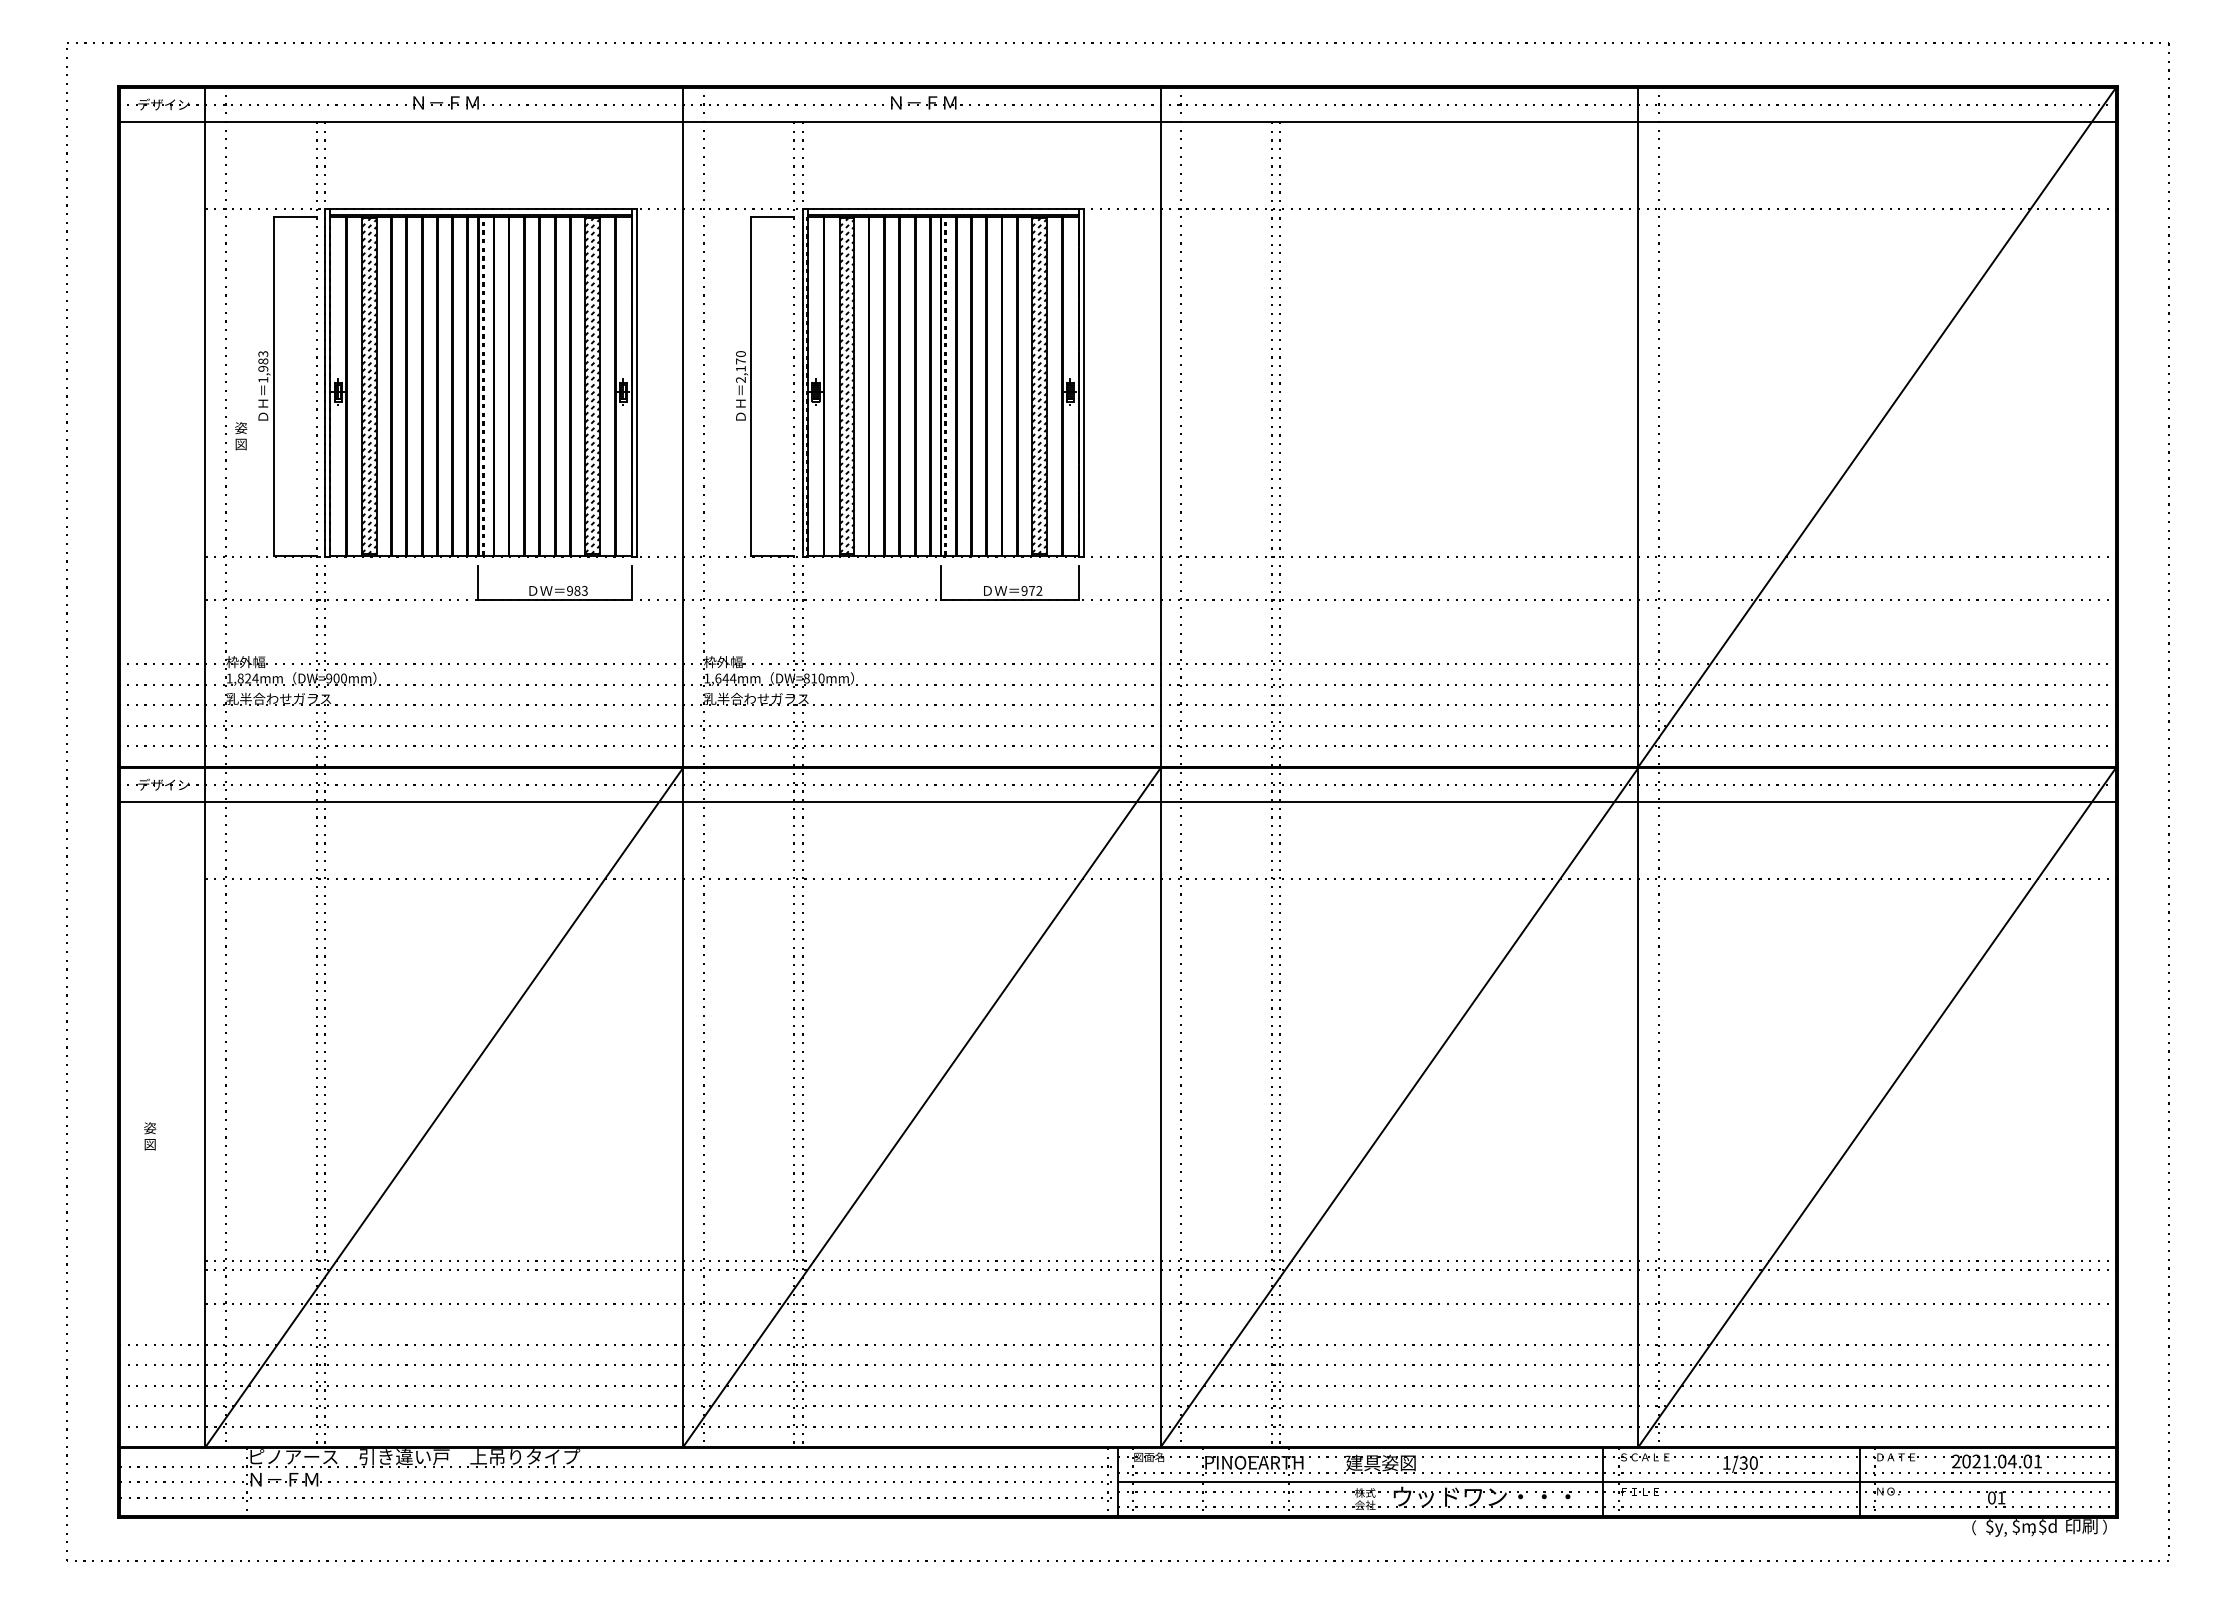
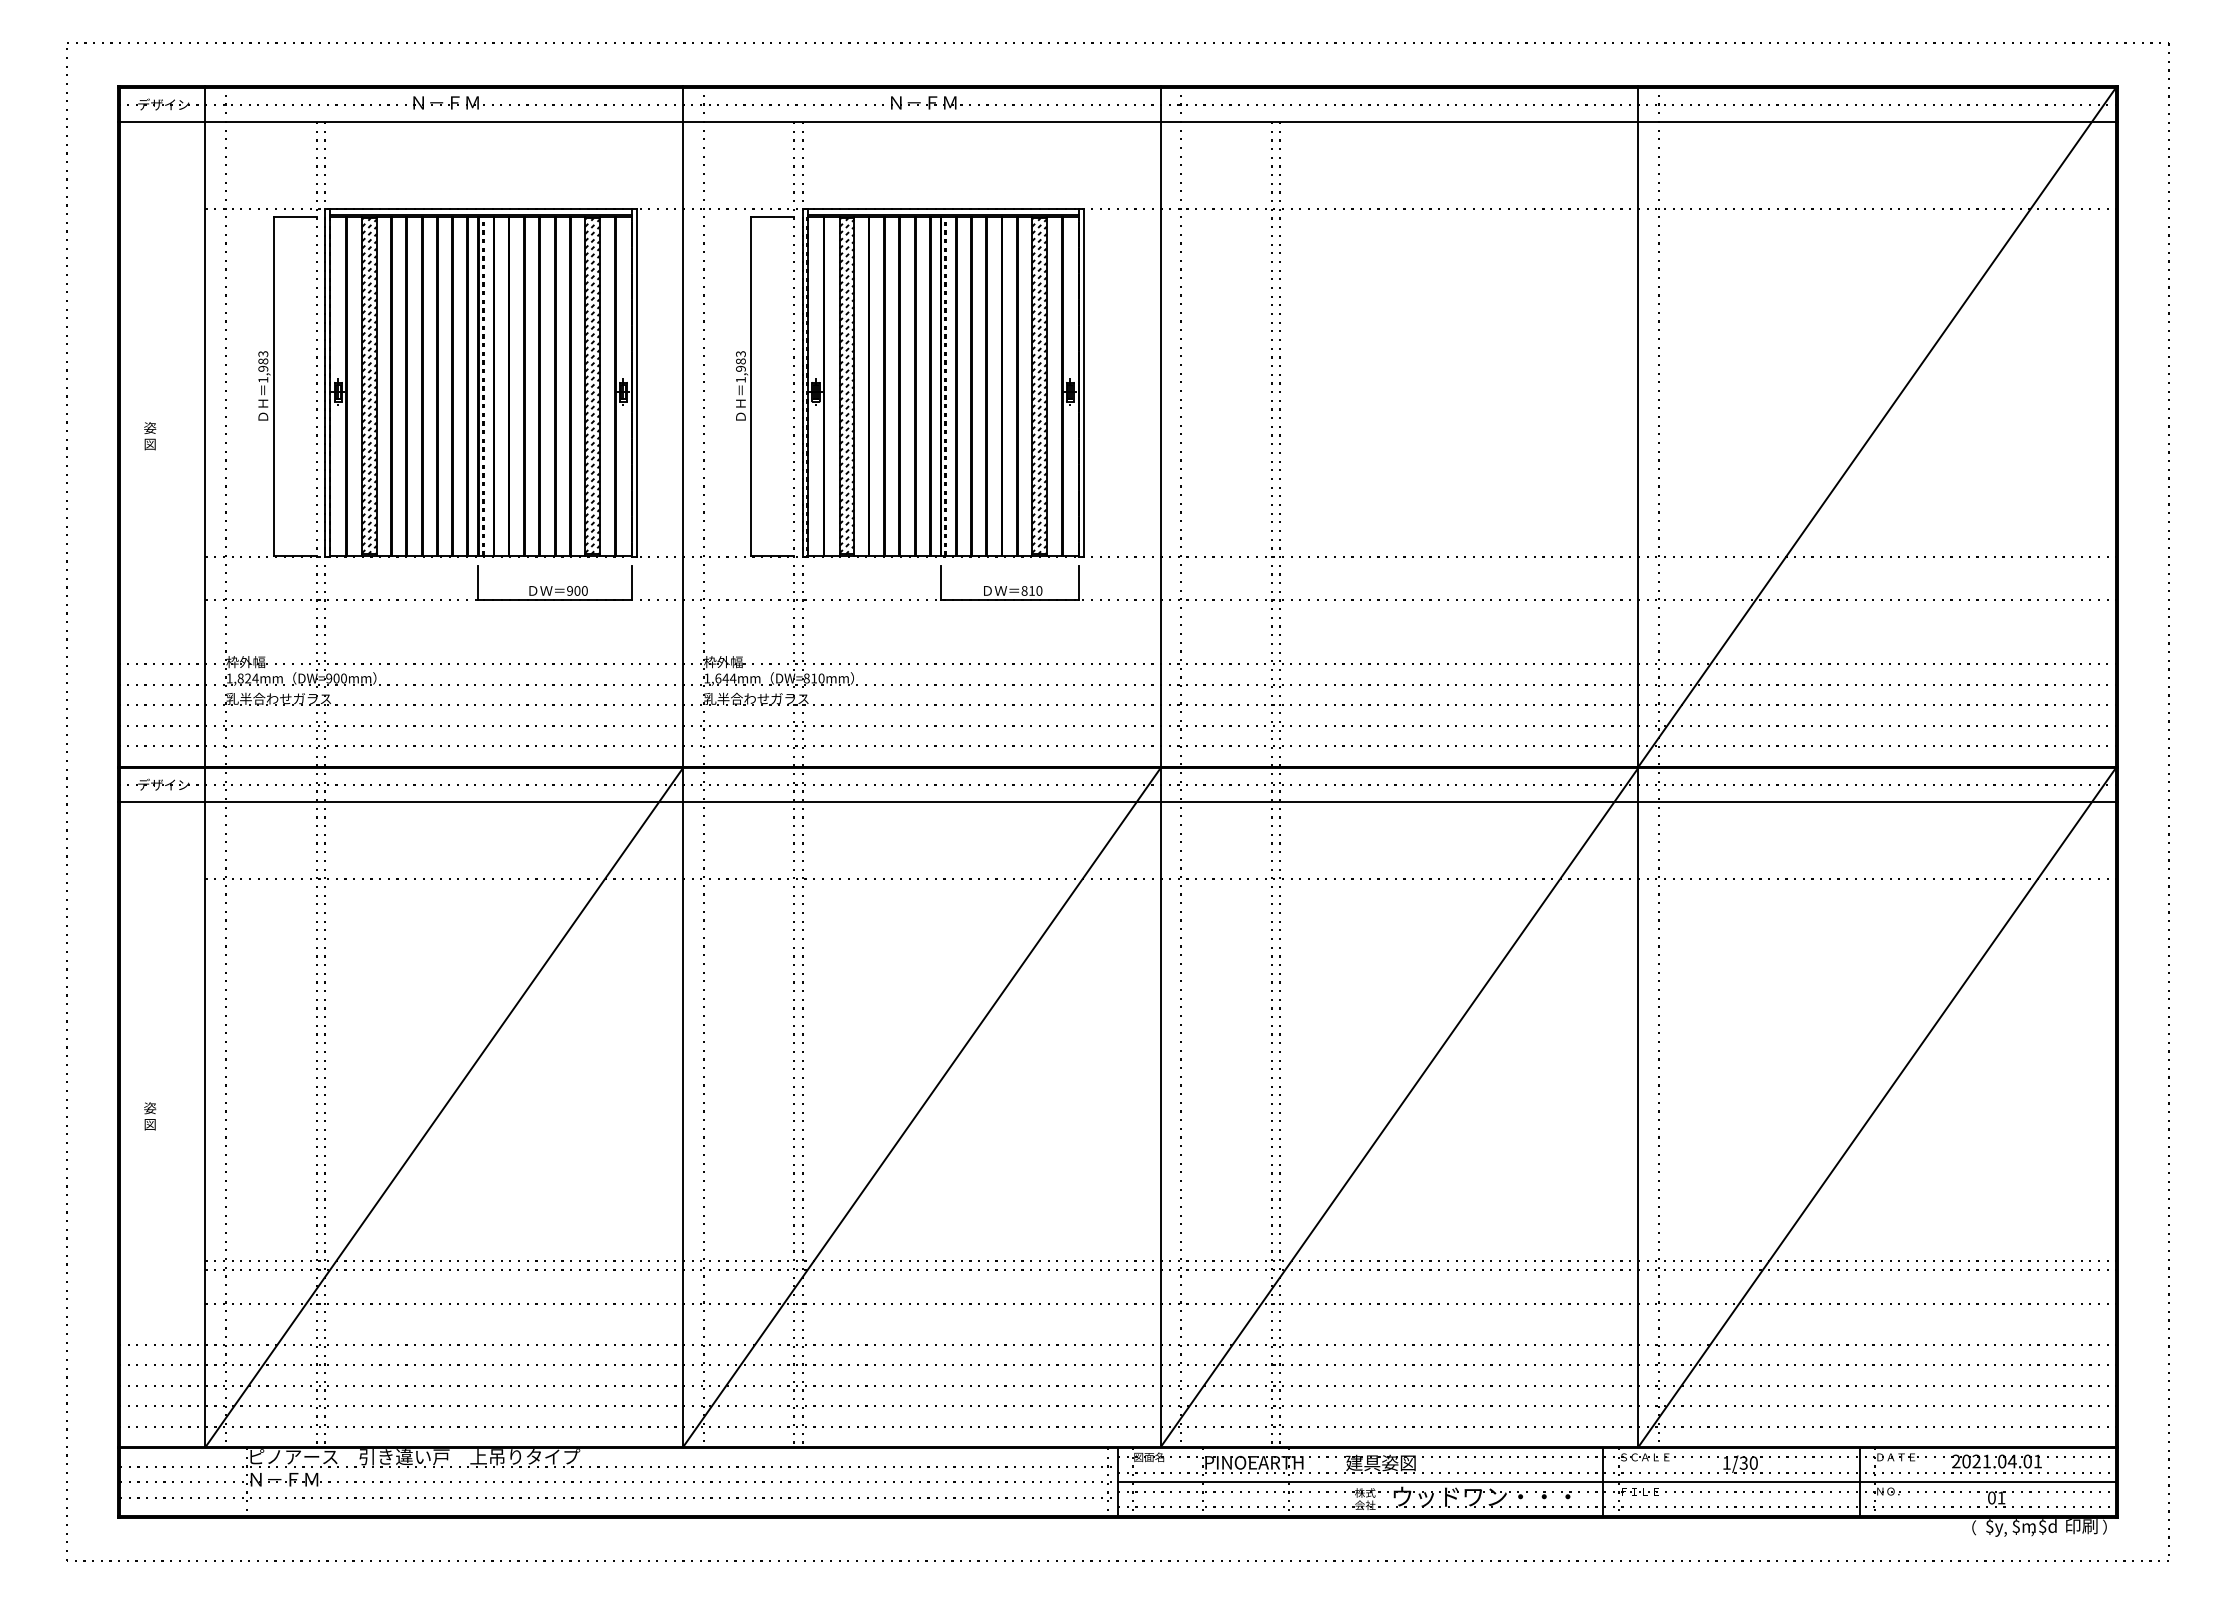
text at (740, 366): 2,170 -> 1,983
text at (241, 436) position: (241, 436) -> (150, 436)
text at (580, 590): 983 -> 900
text at (1031, 590): 972 -> 810
text at (150, 1136) position: (150, 1136) -> (150, 1116)
